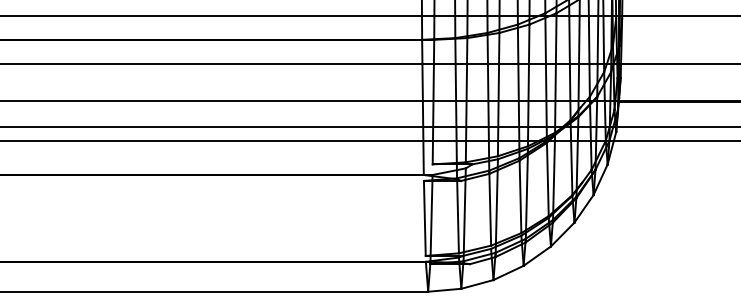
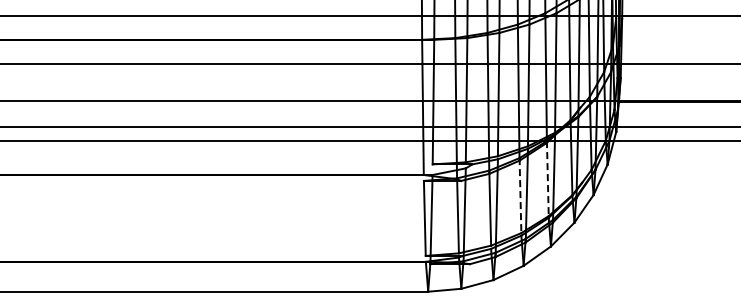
line at (547, 178): solid -> dashed
line at (520, 195): solid -> dashed
